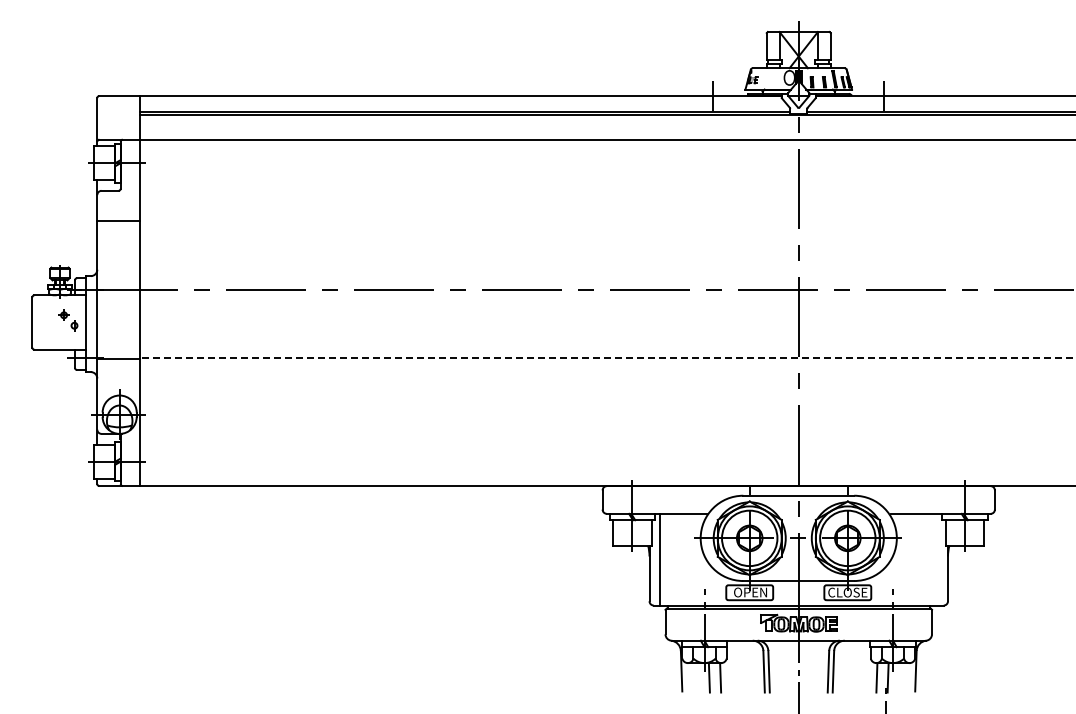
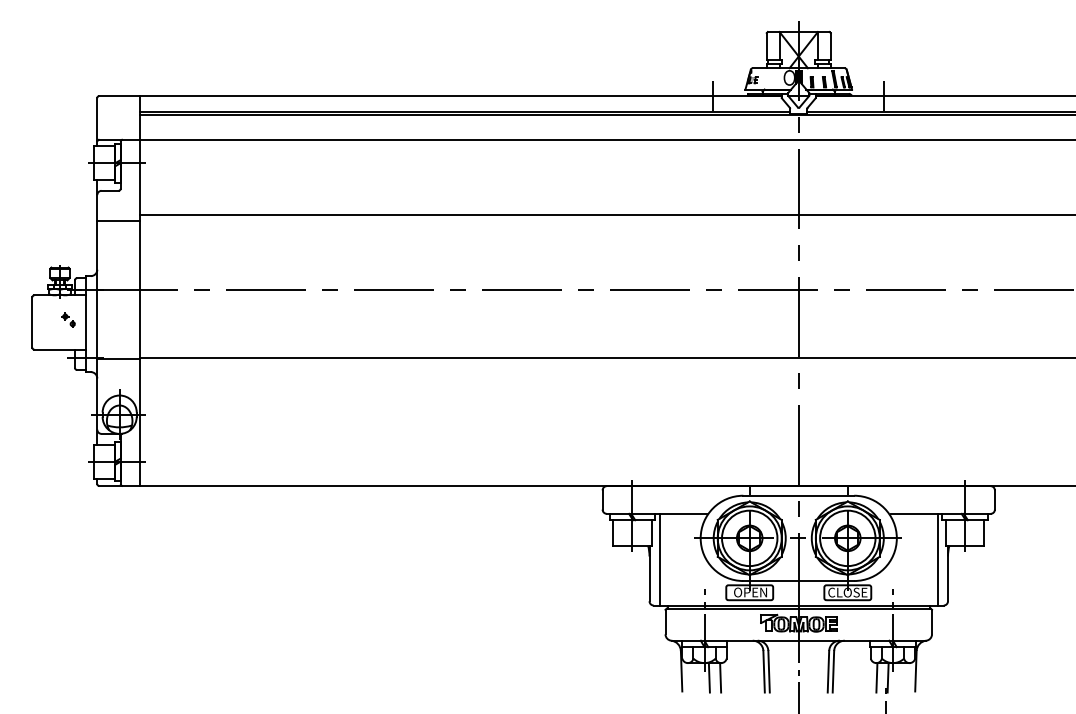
line at (605, 215): none -> present
part at (68, 320) size: 21x23 px -> 15x16 px
line at (607, 358): dashed -> solid
line at (937, 559): none -> present
